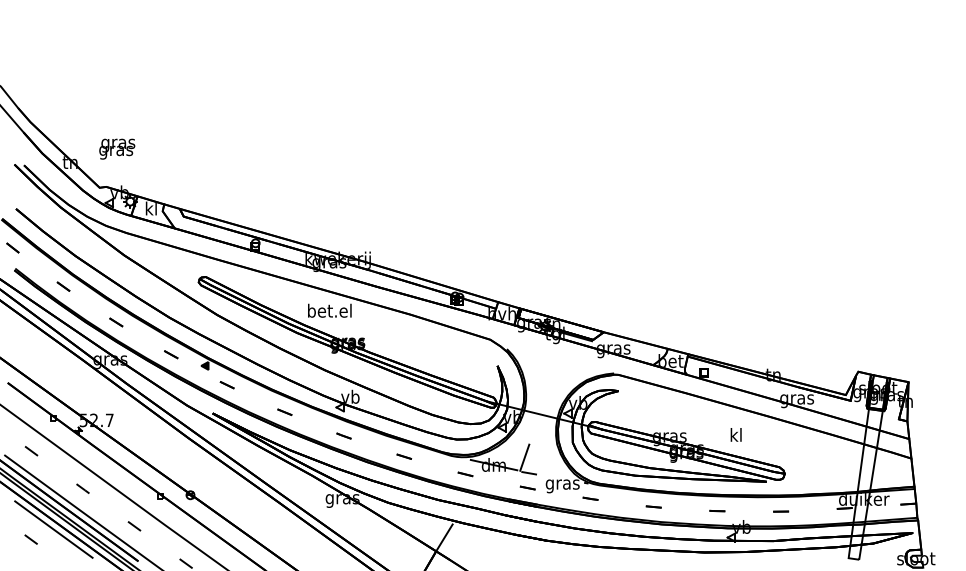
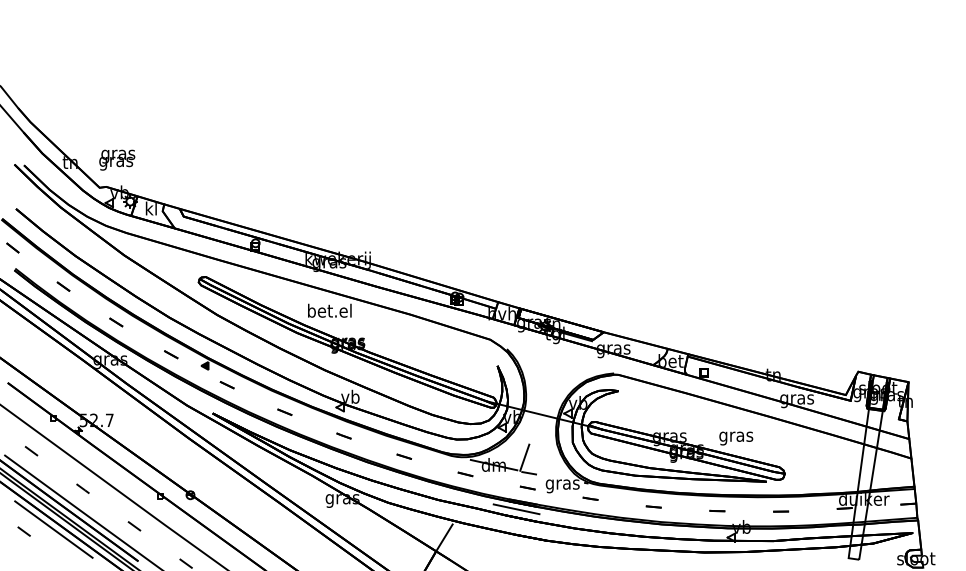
text at (117, 148) position: (117, 148) -> (117, 159)
text at (736, 436): kl -> gras
line at (516, 509): none -> present
line at (30, 539) position: (30, 539) -> (23, 531)
